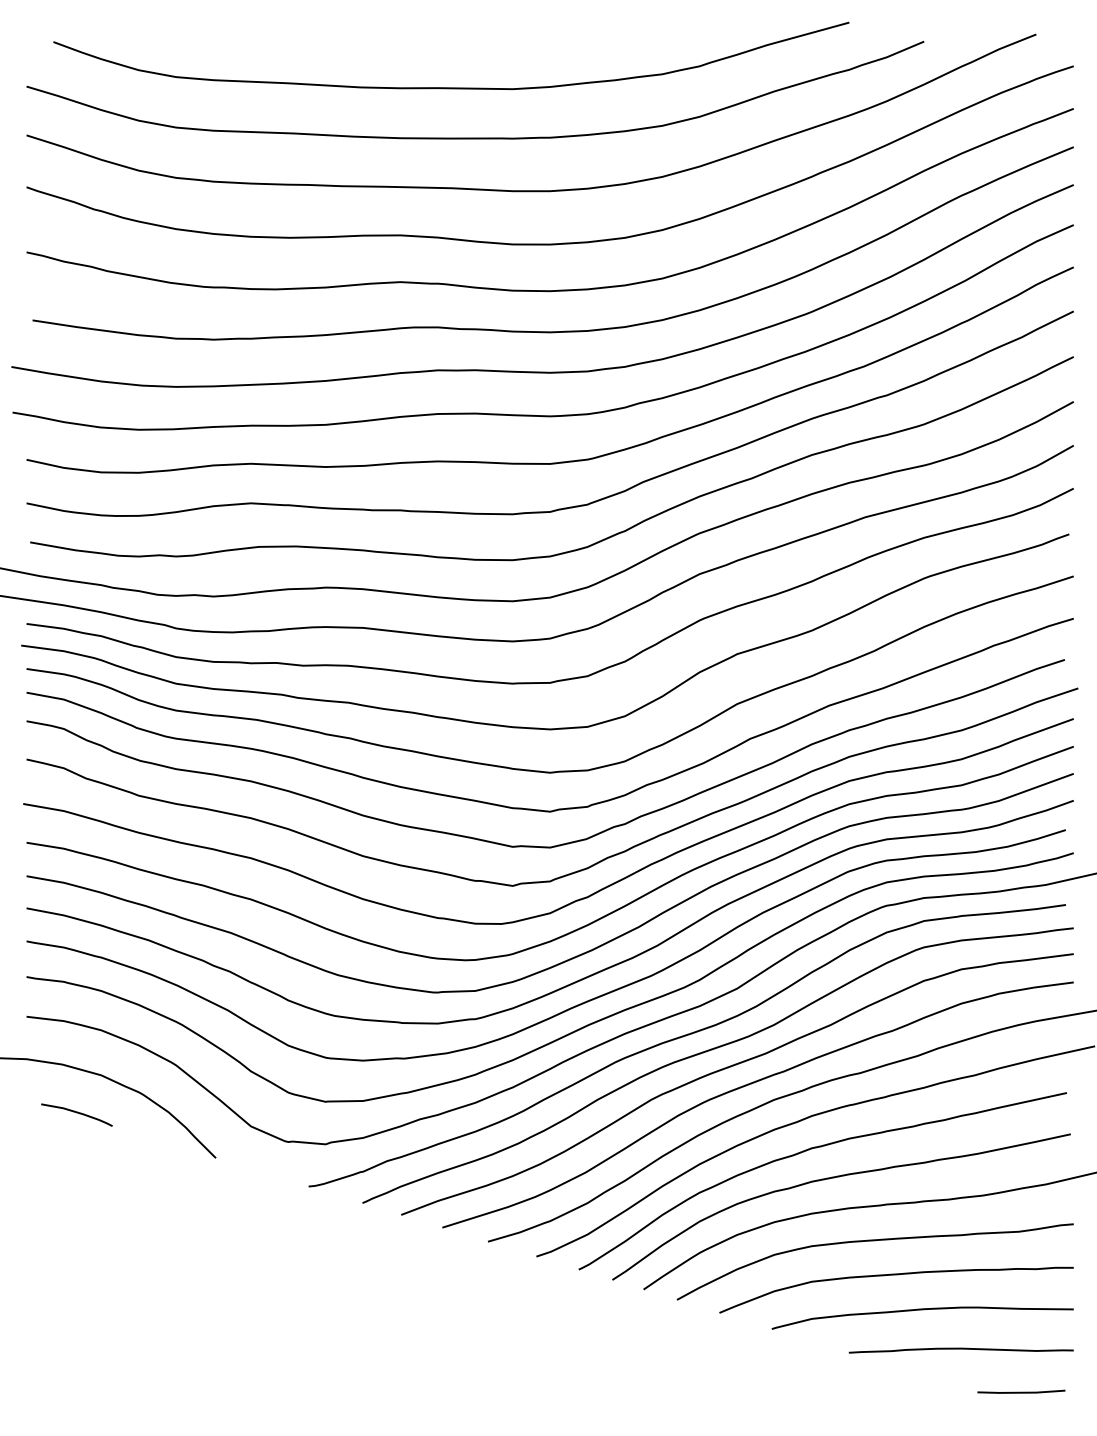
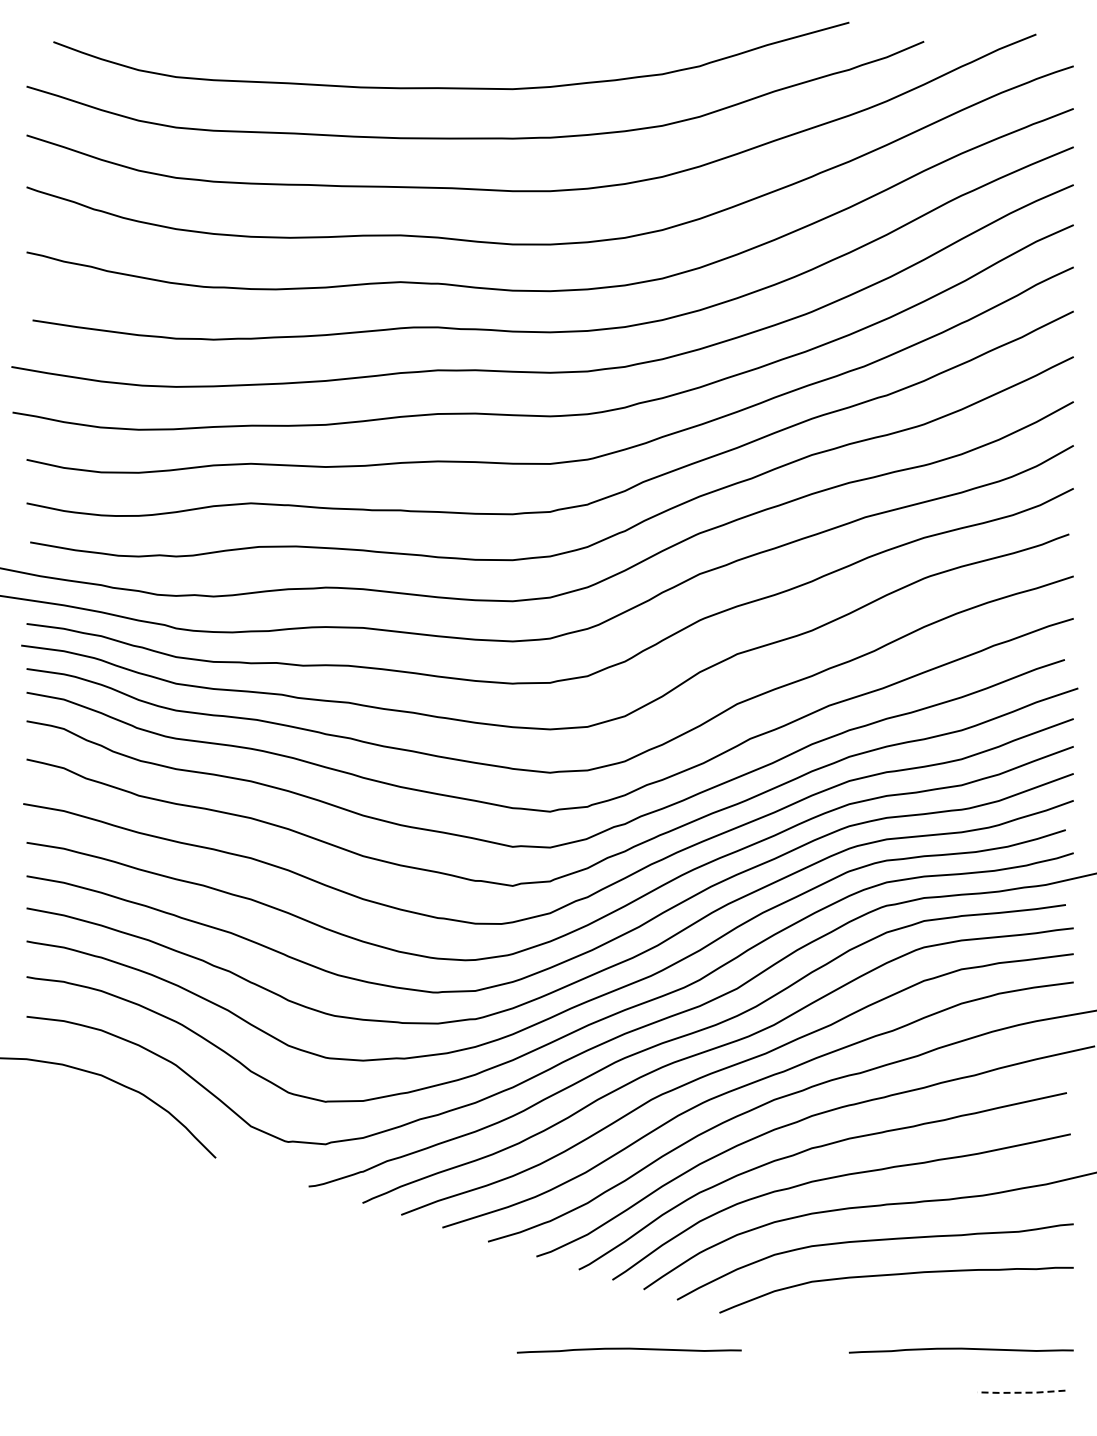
curve at (76, 1113): present -> none
curve at (922, 1310): present -> none
curve at (628, 1349): none -> present
line at (1021, 1392): solid -> dashed
